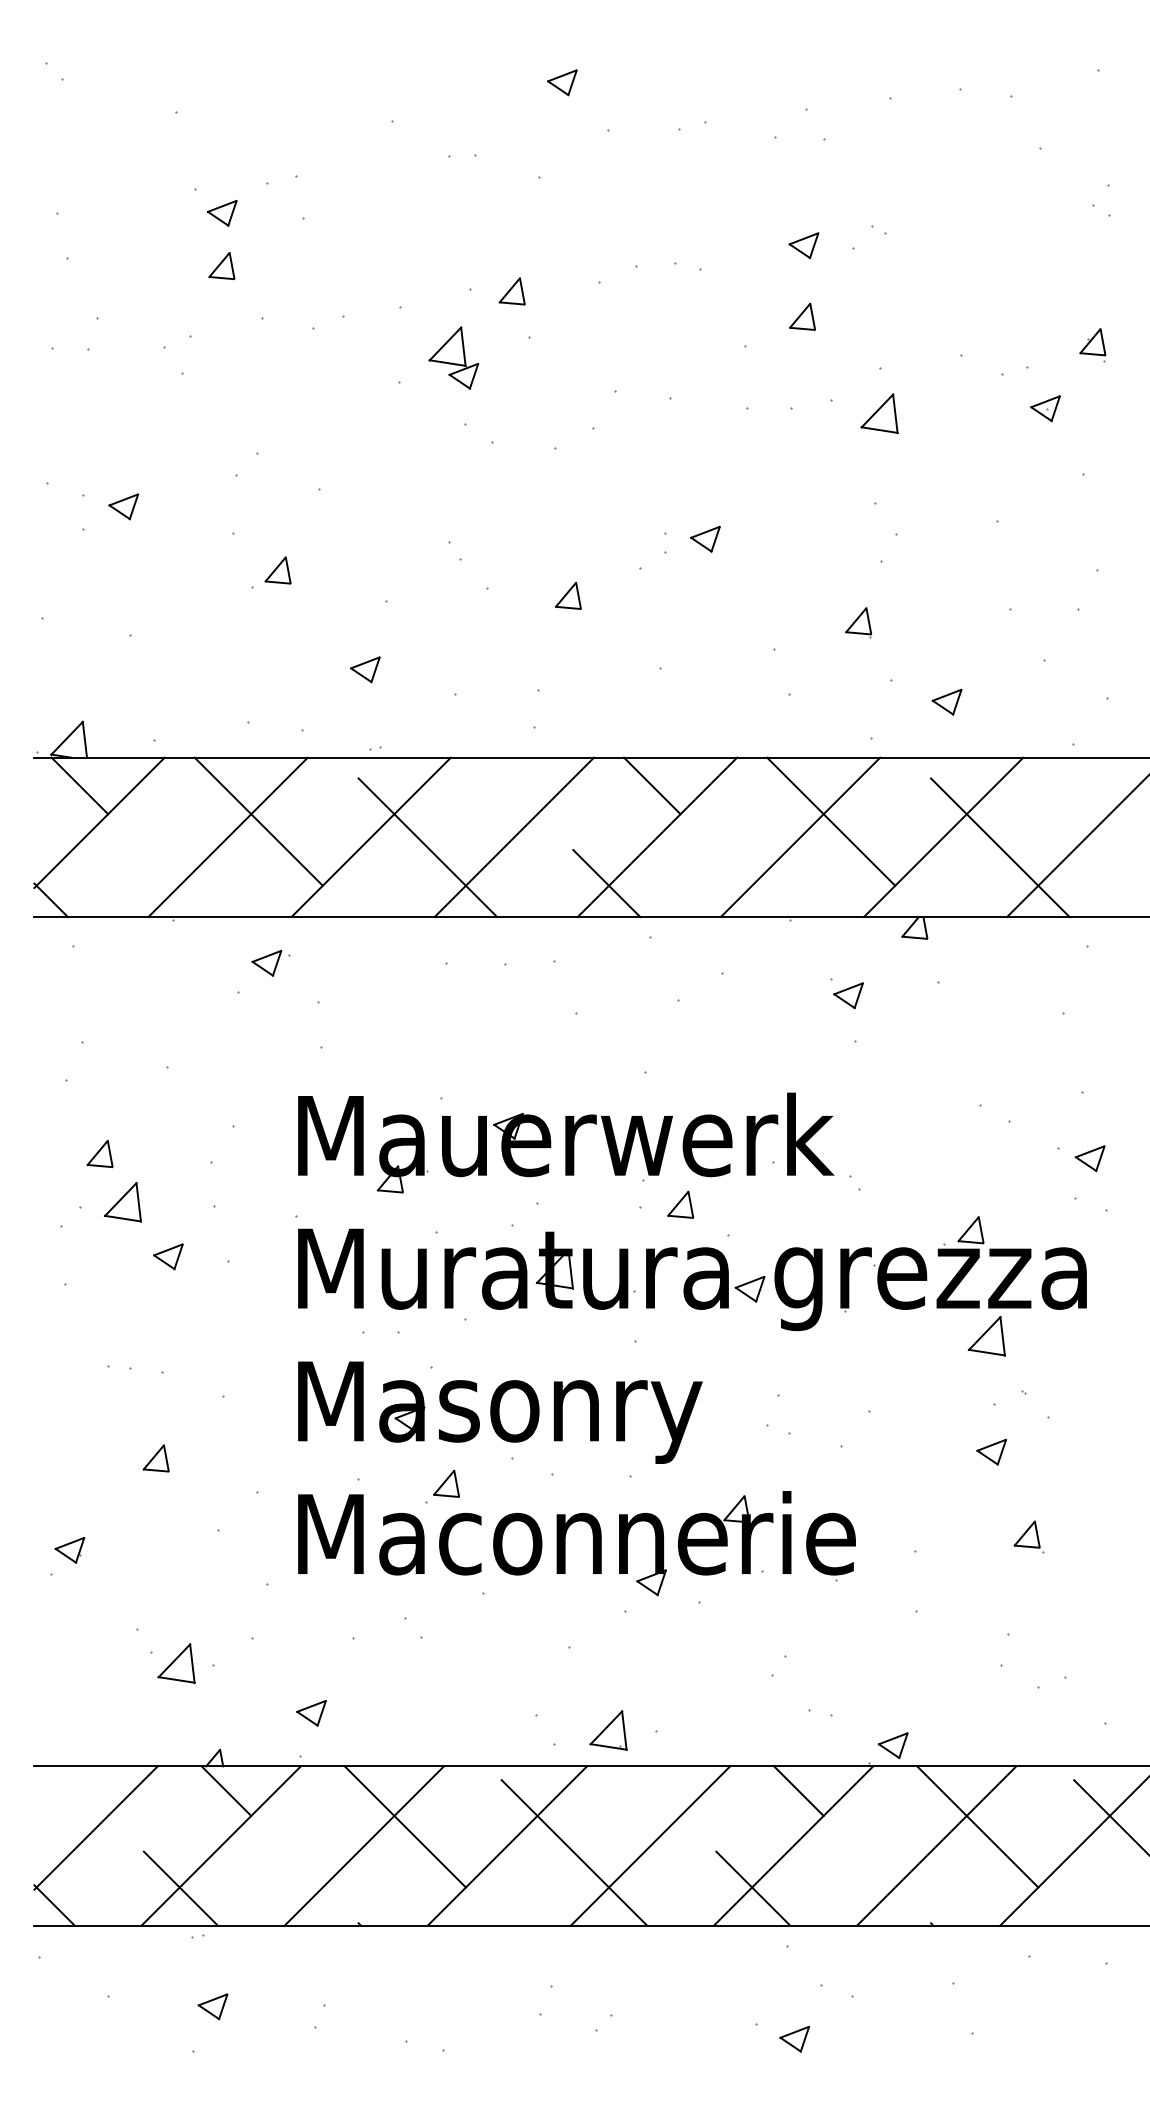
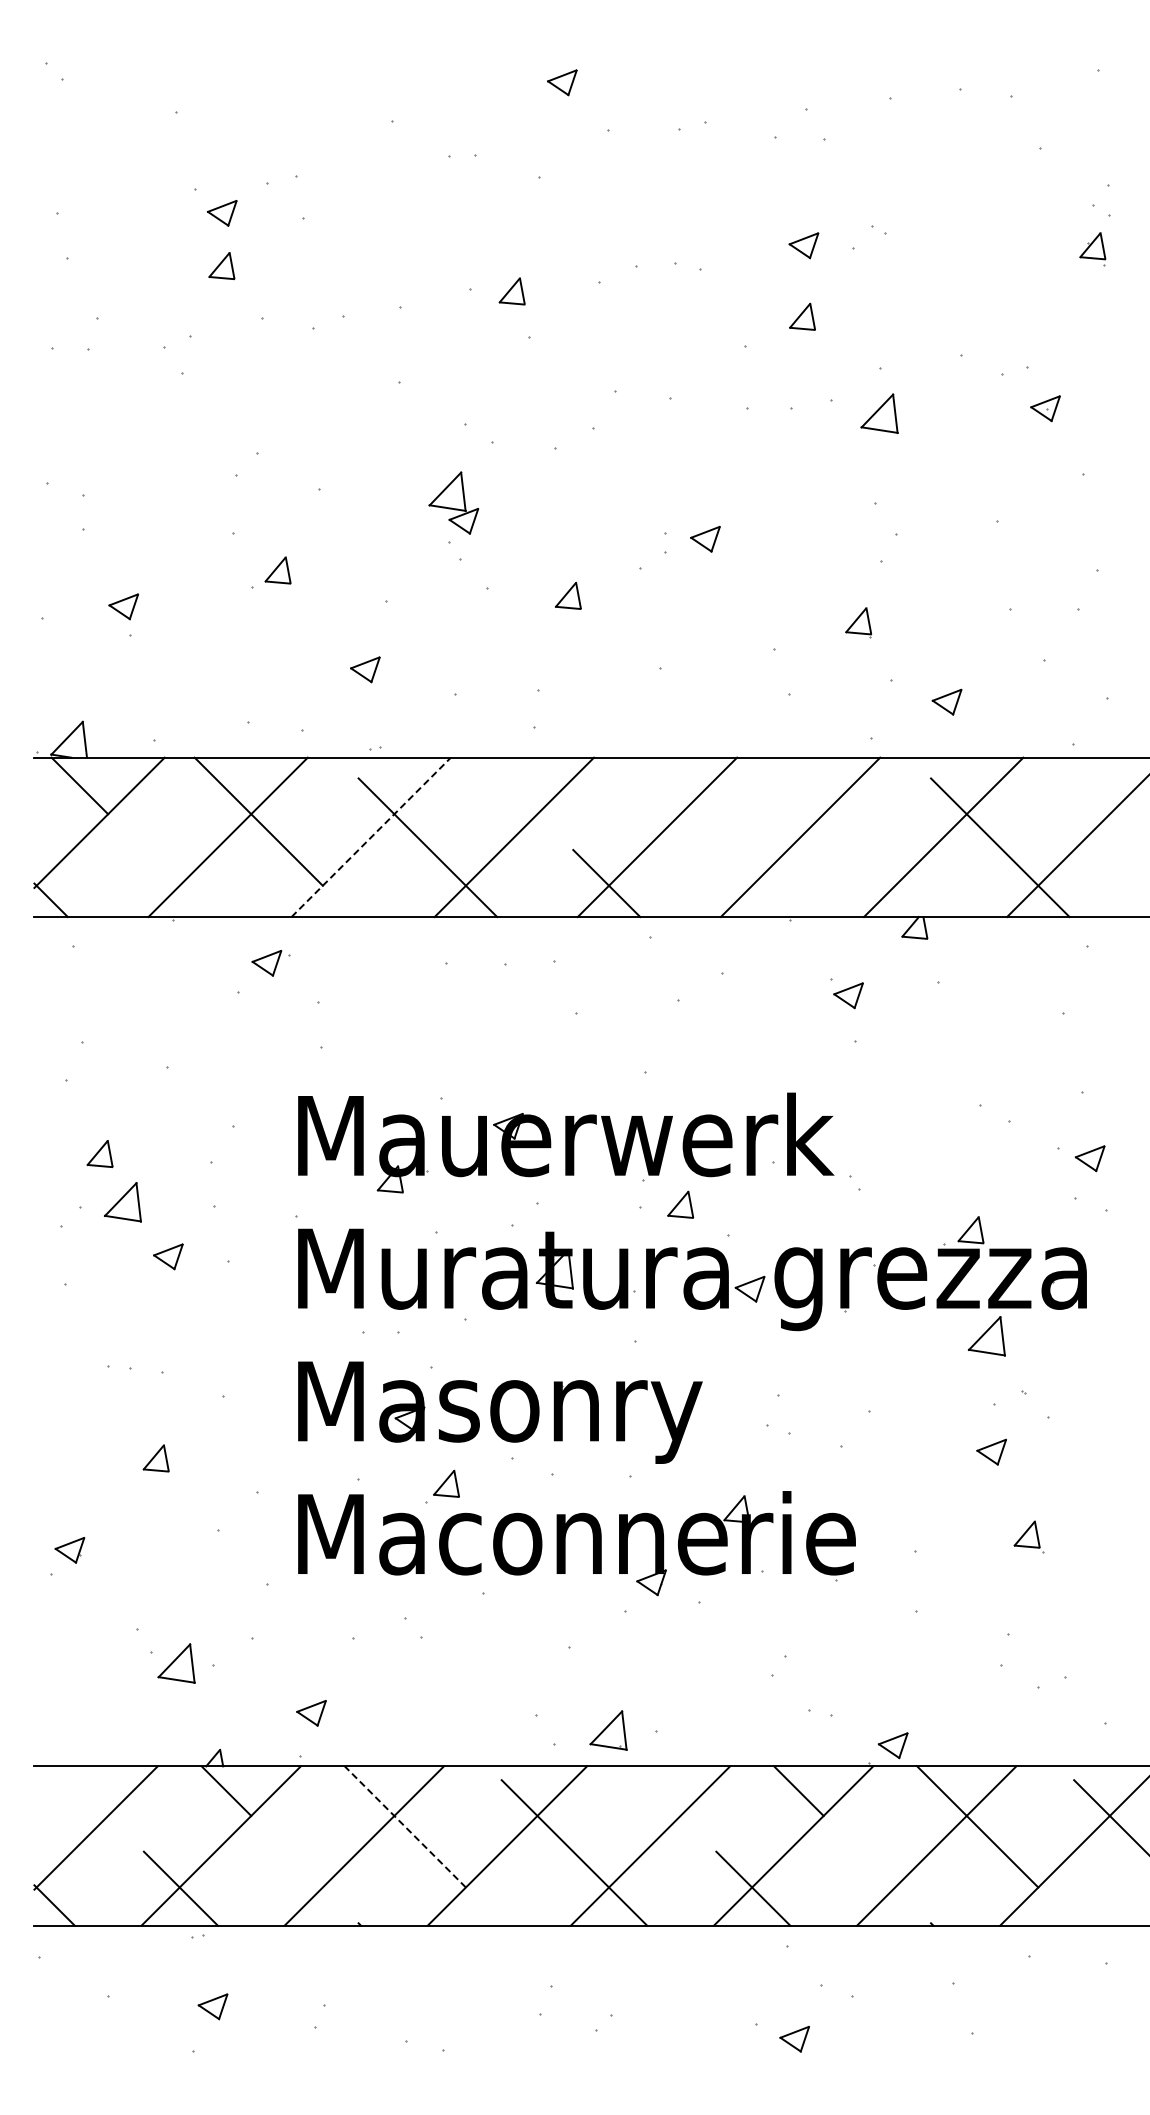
part at (1092, 345) position: (1092, 345) -> (1092, 249)
part at (453, 357) position: (453, 357) -> (453, 502)
part at (123, 506) position: (123, 506) -> (123, 606)
line at (652, 785): present -> none
line at (831, 821): present -> none
line at (371, 837): solid -> dashed
line at (405, 1826): solid -> dashed
